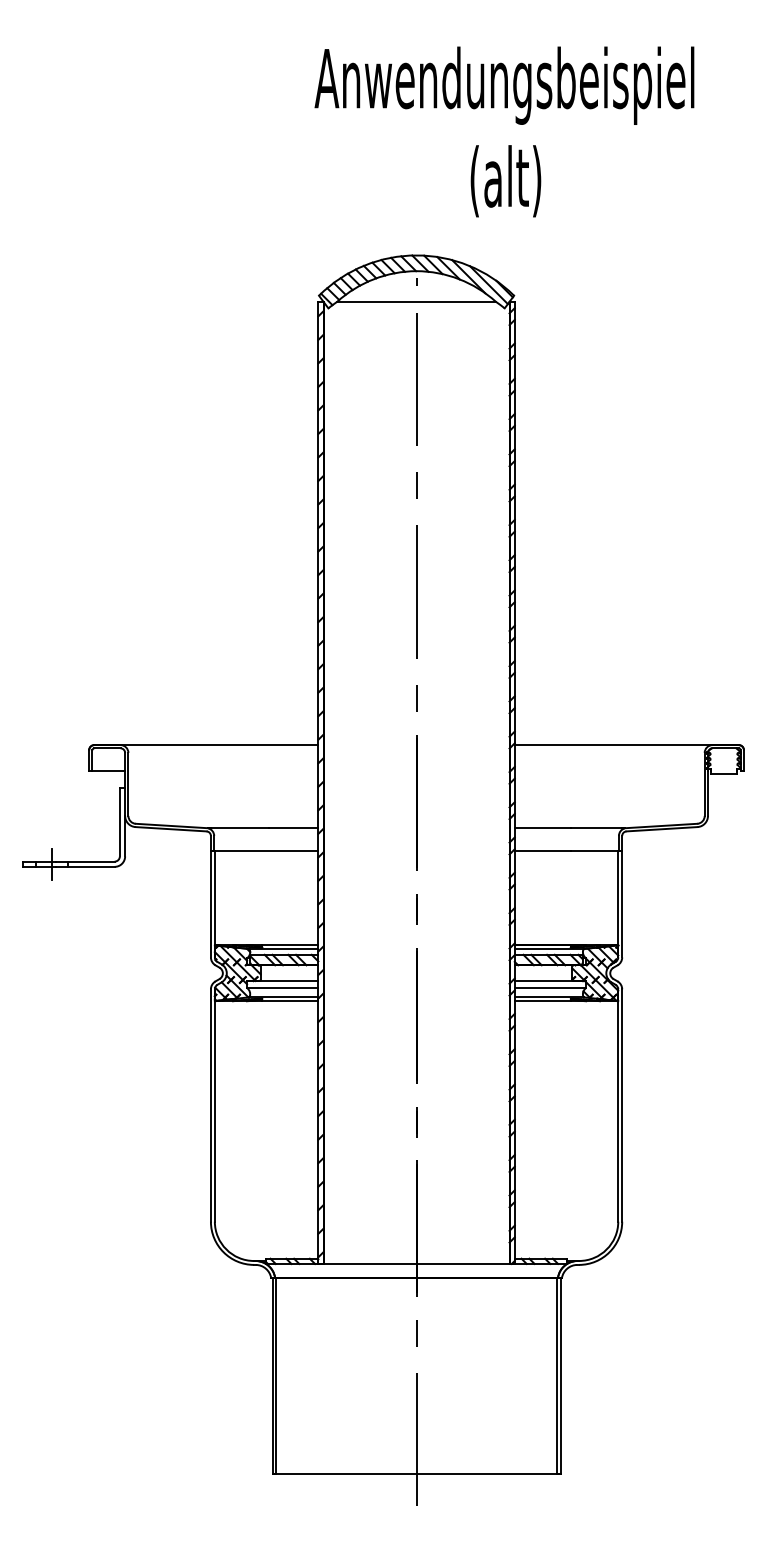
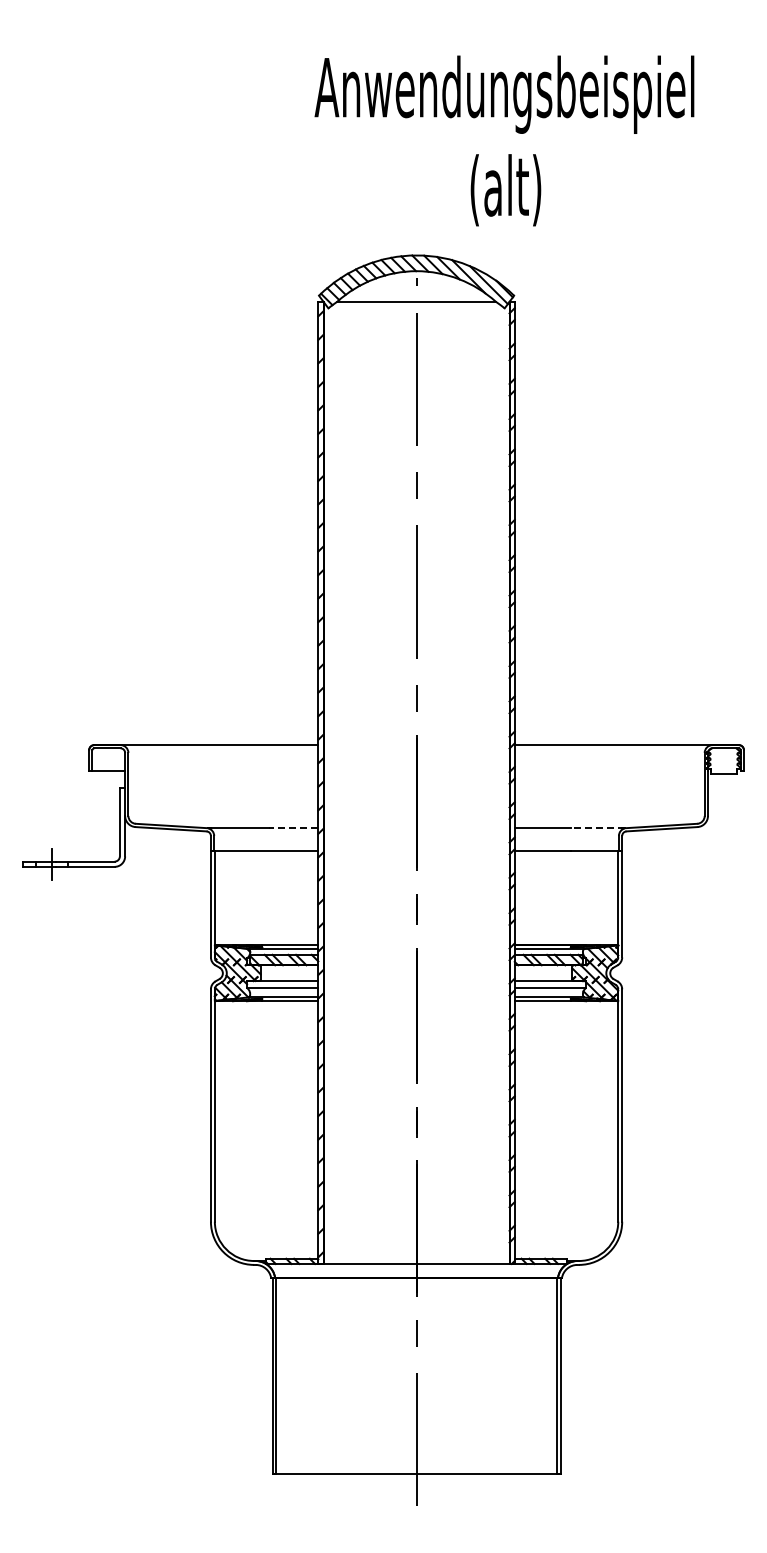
text at (504, 131) position: (504, 131) -> (504, 140)
line at (293, 828): solid -> dashed
line at (597, 828): solid -> dashed
